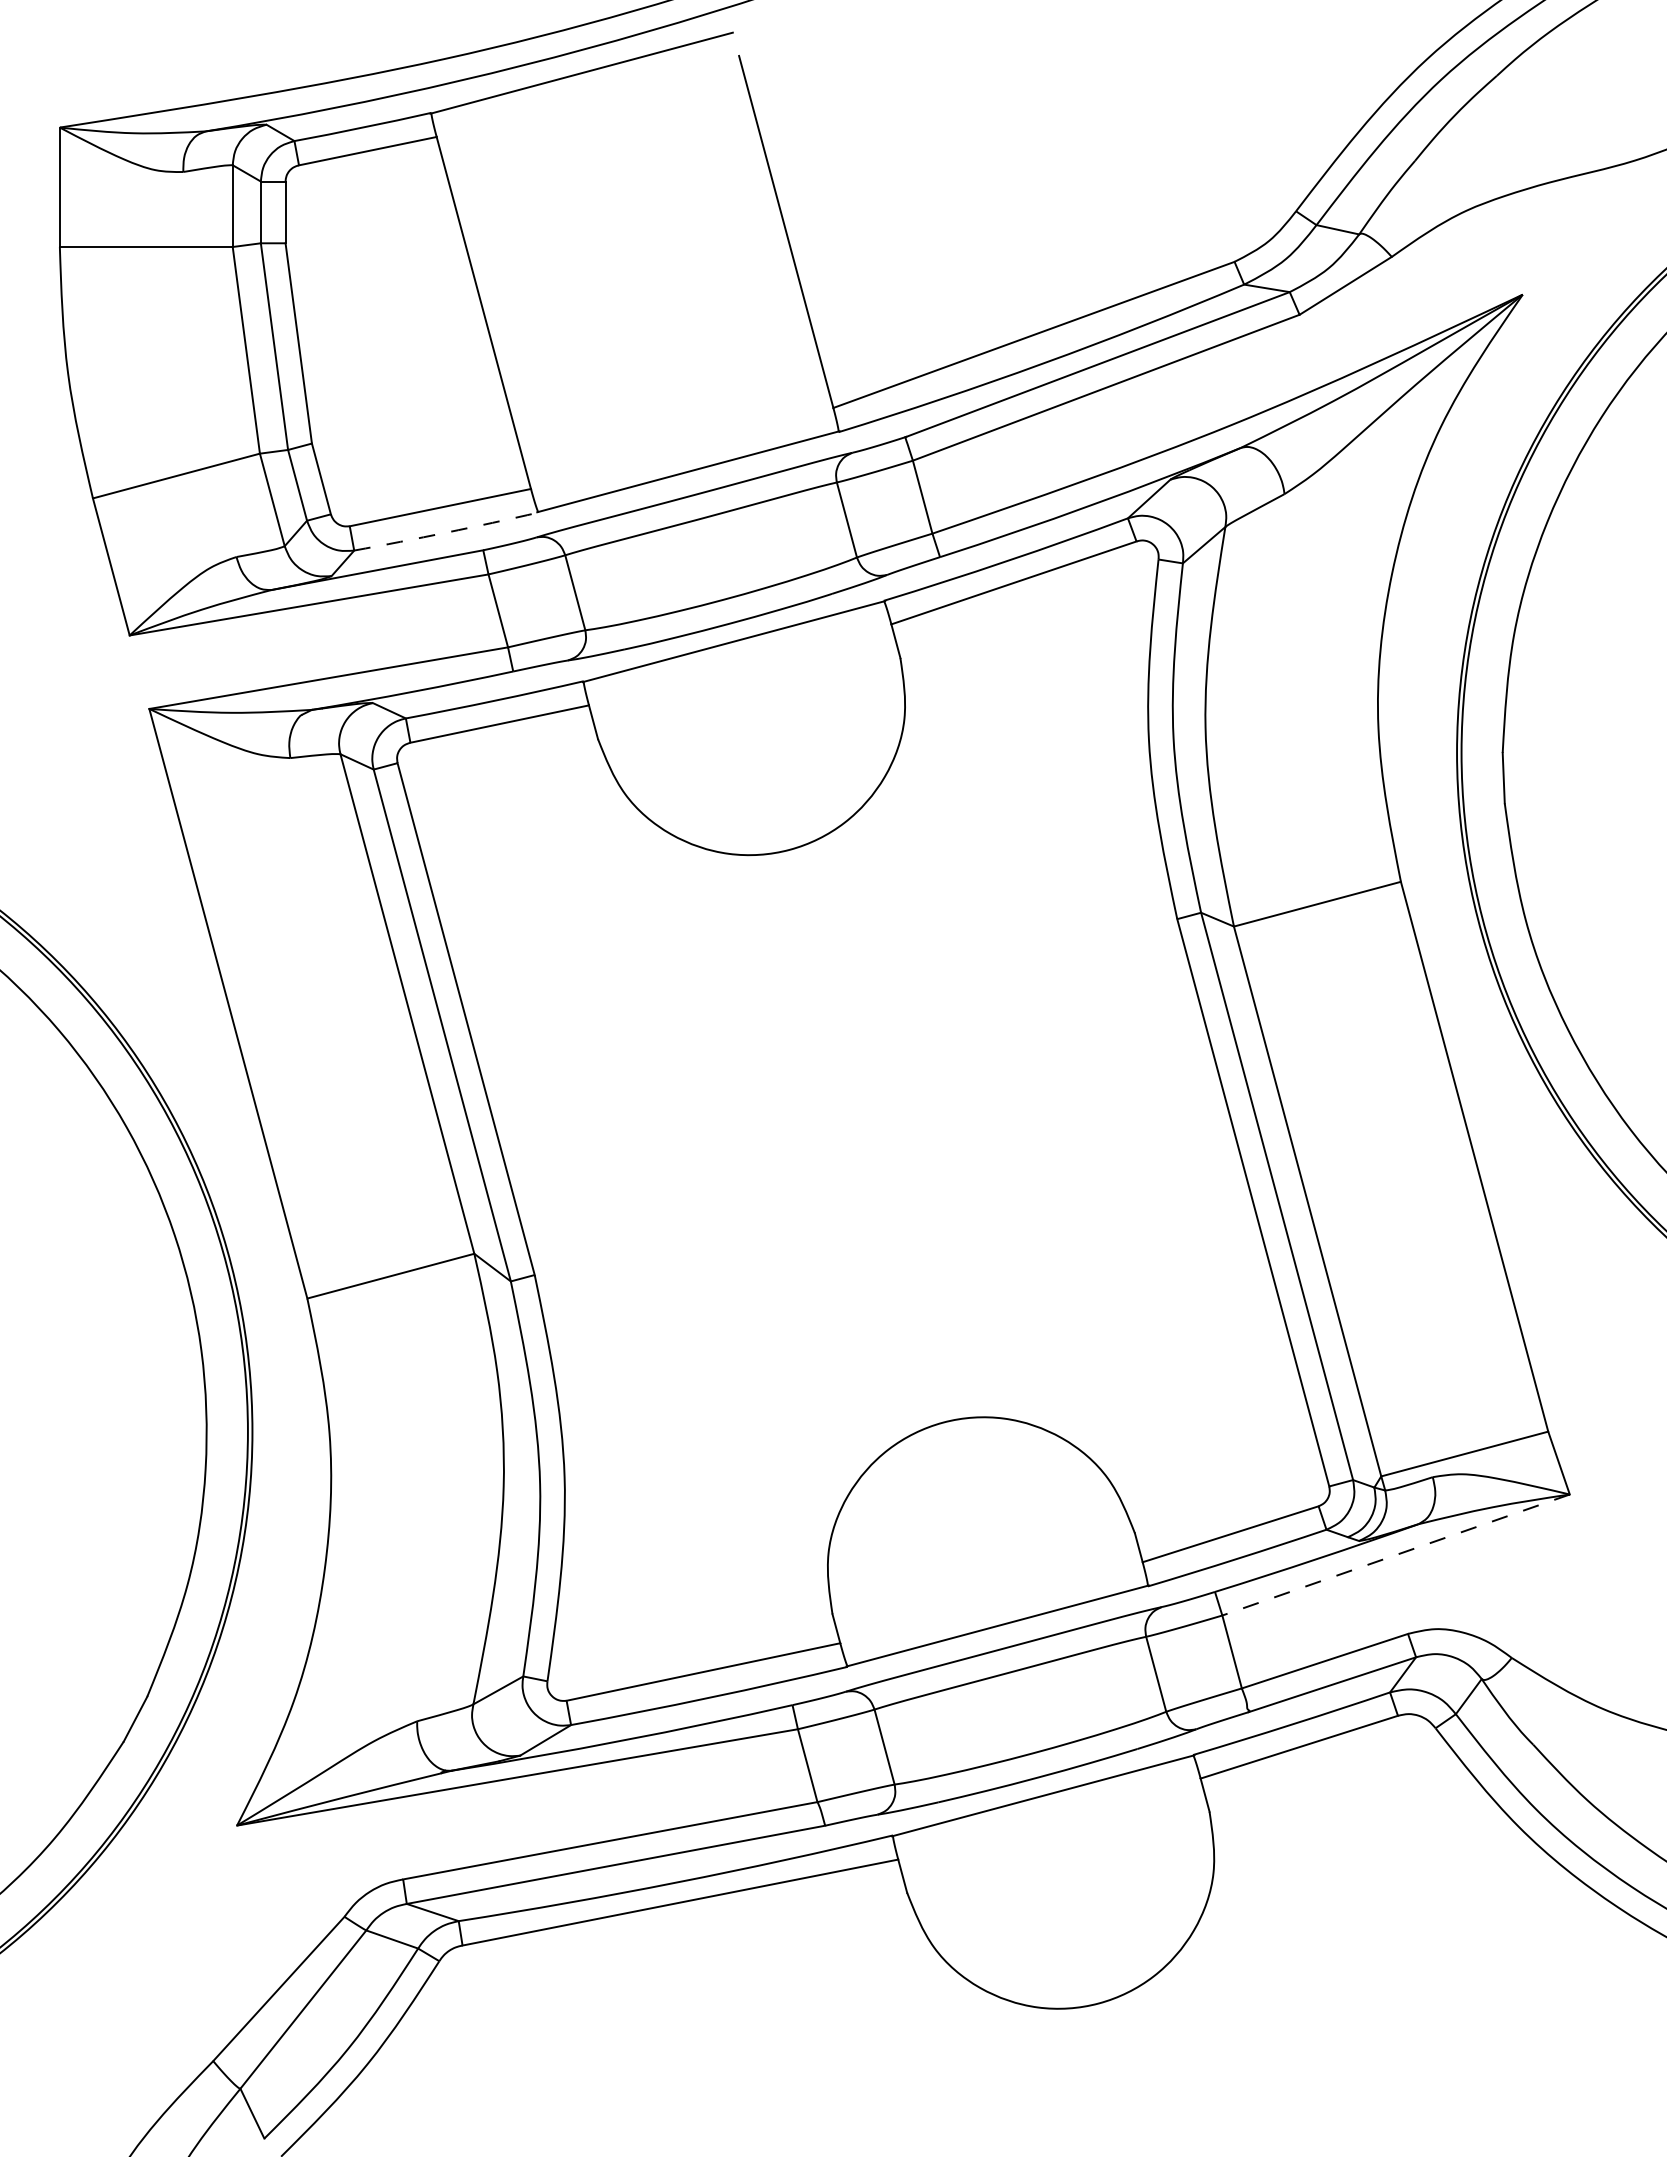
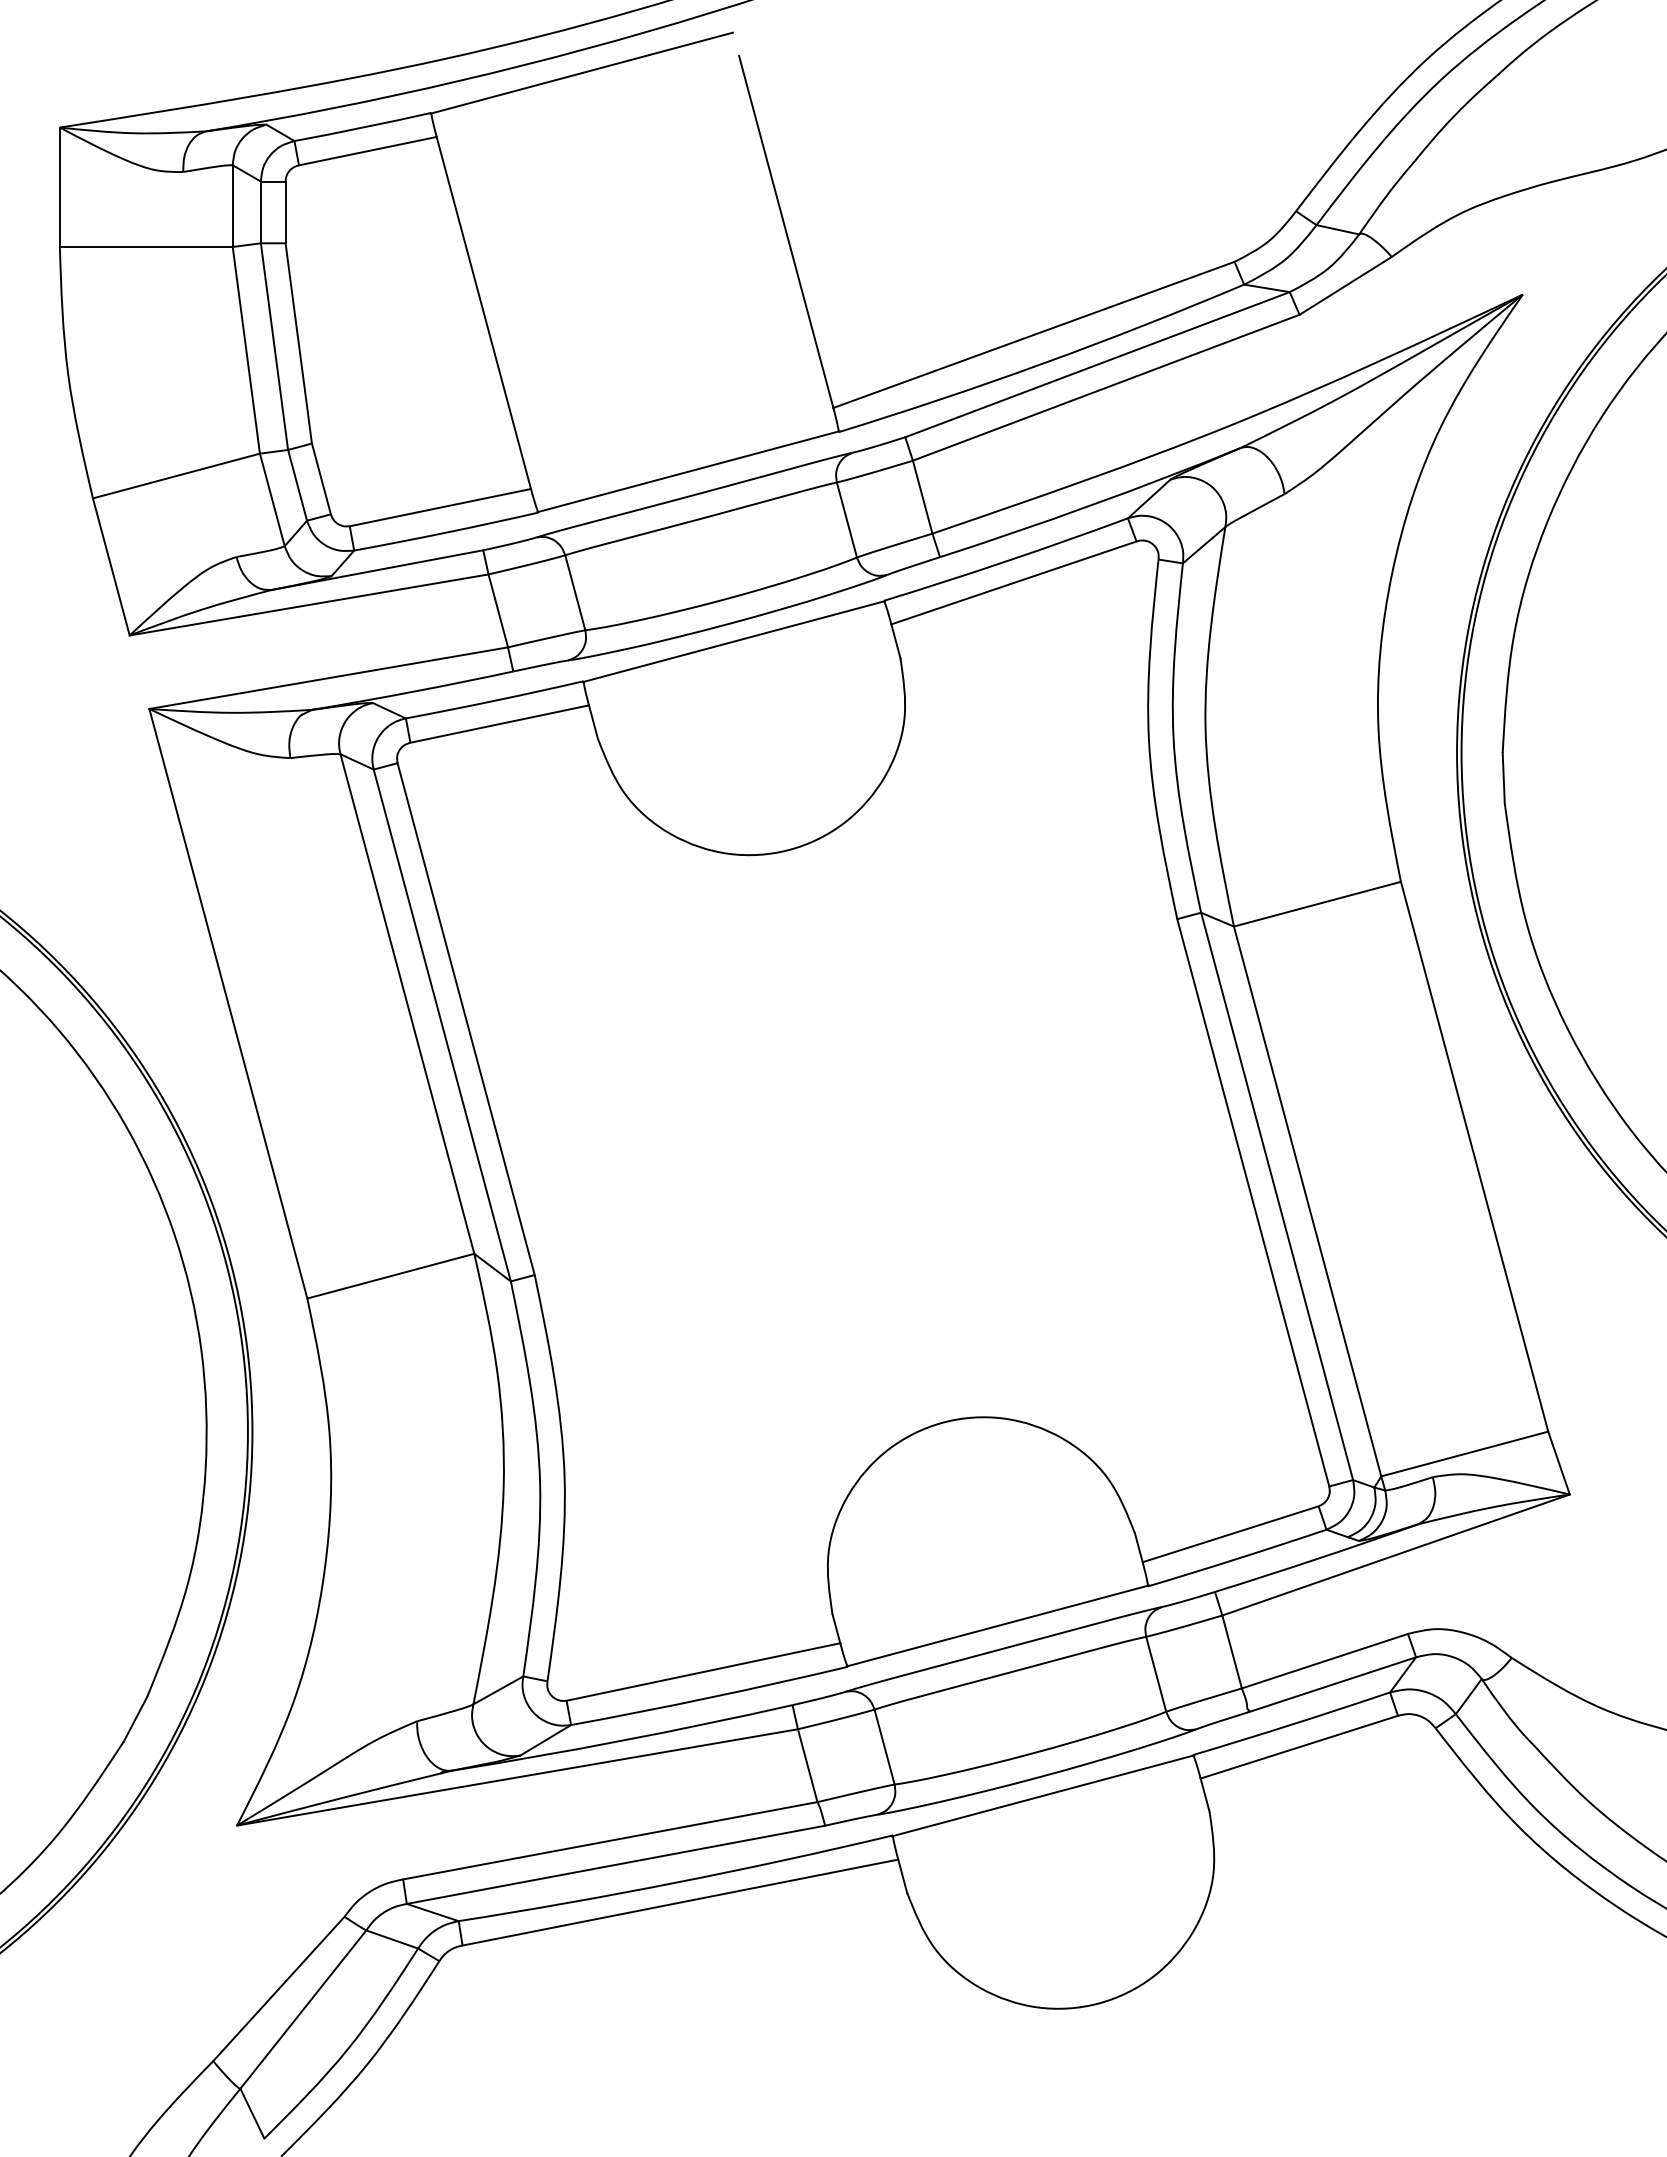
arc at (446, 532): dashed -> solid
line at (1396, 1555): dashed -> solid
